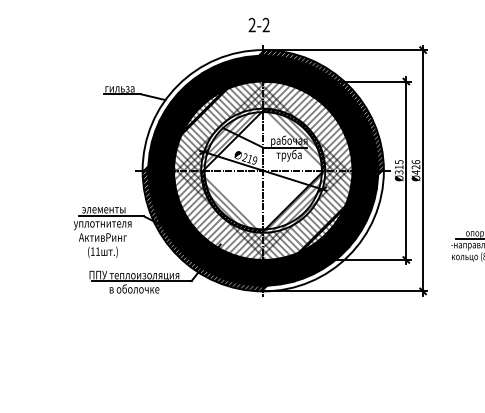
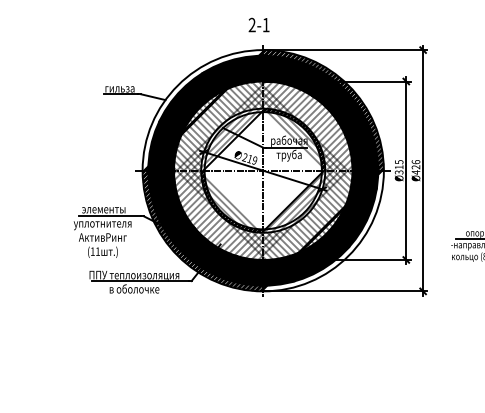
text at (265, 24): 2-2 -> 2-1
